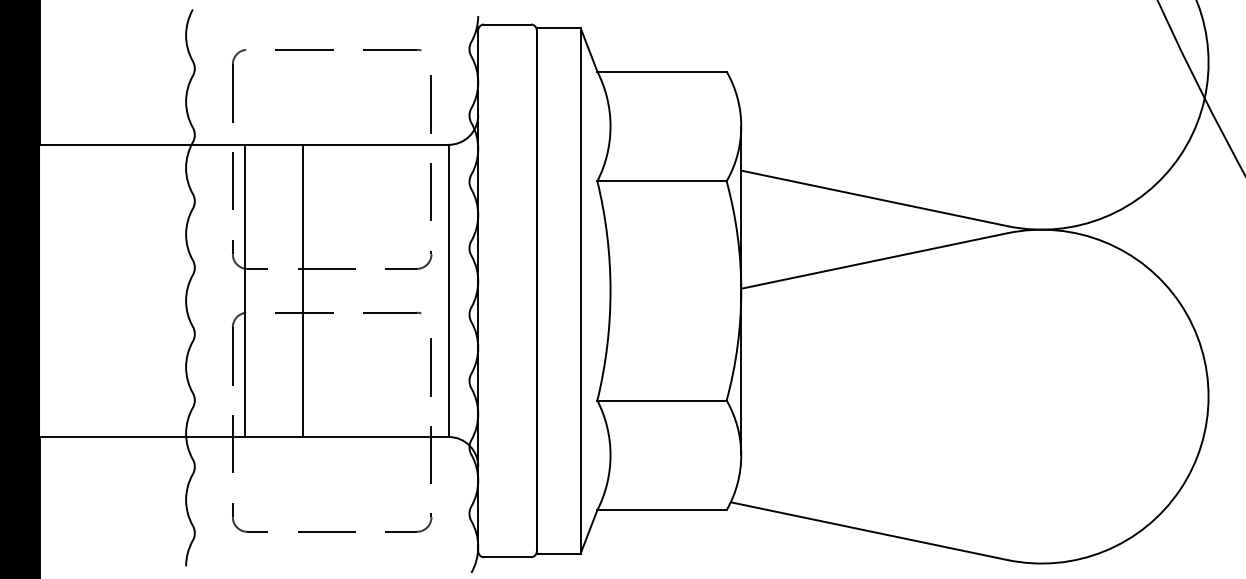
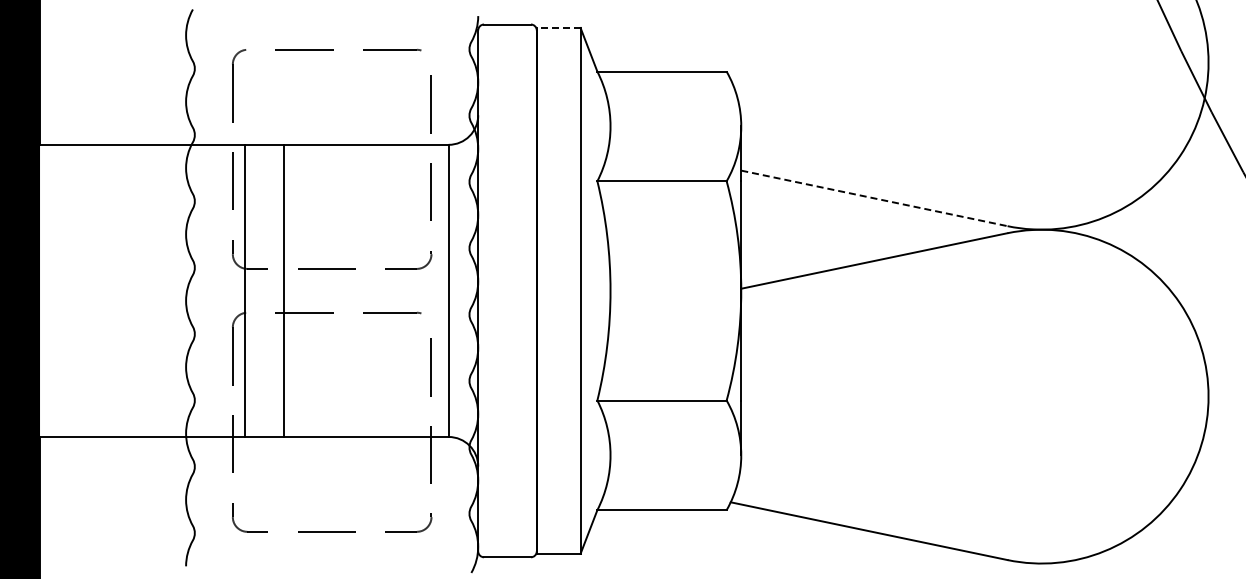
line at (558, 27): solid -> dashed
line at (874, 198): solid -> dashed
line at (303, 290) position: (303, 290) -> (284, 290)
